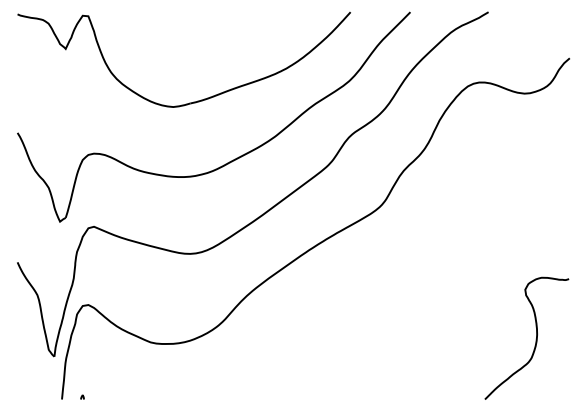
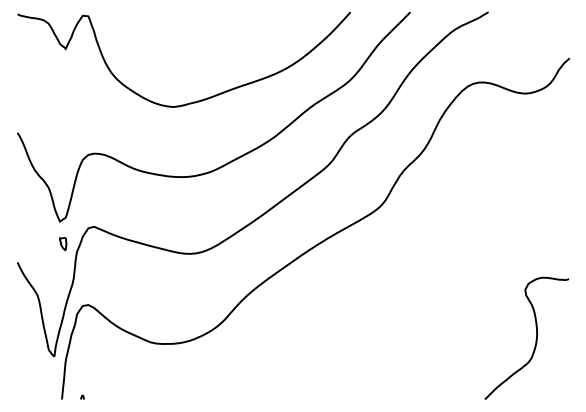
part at (63, 243): none -> present
